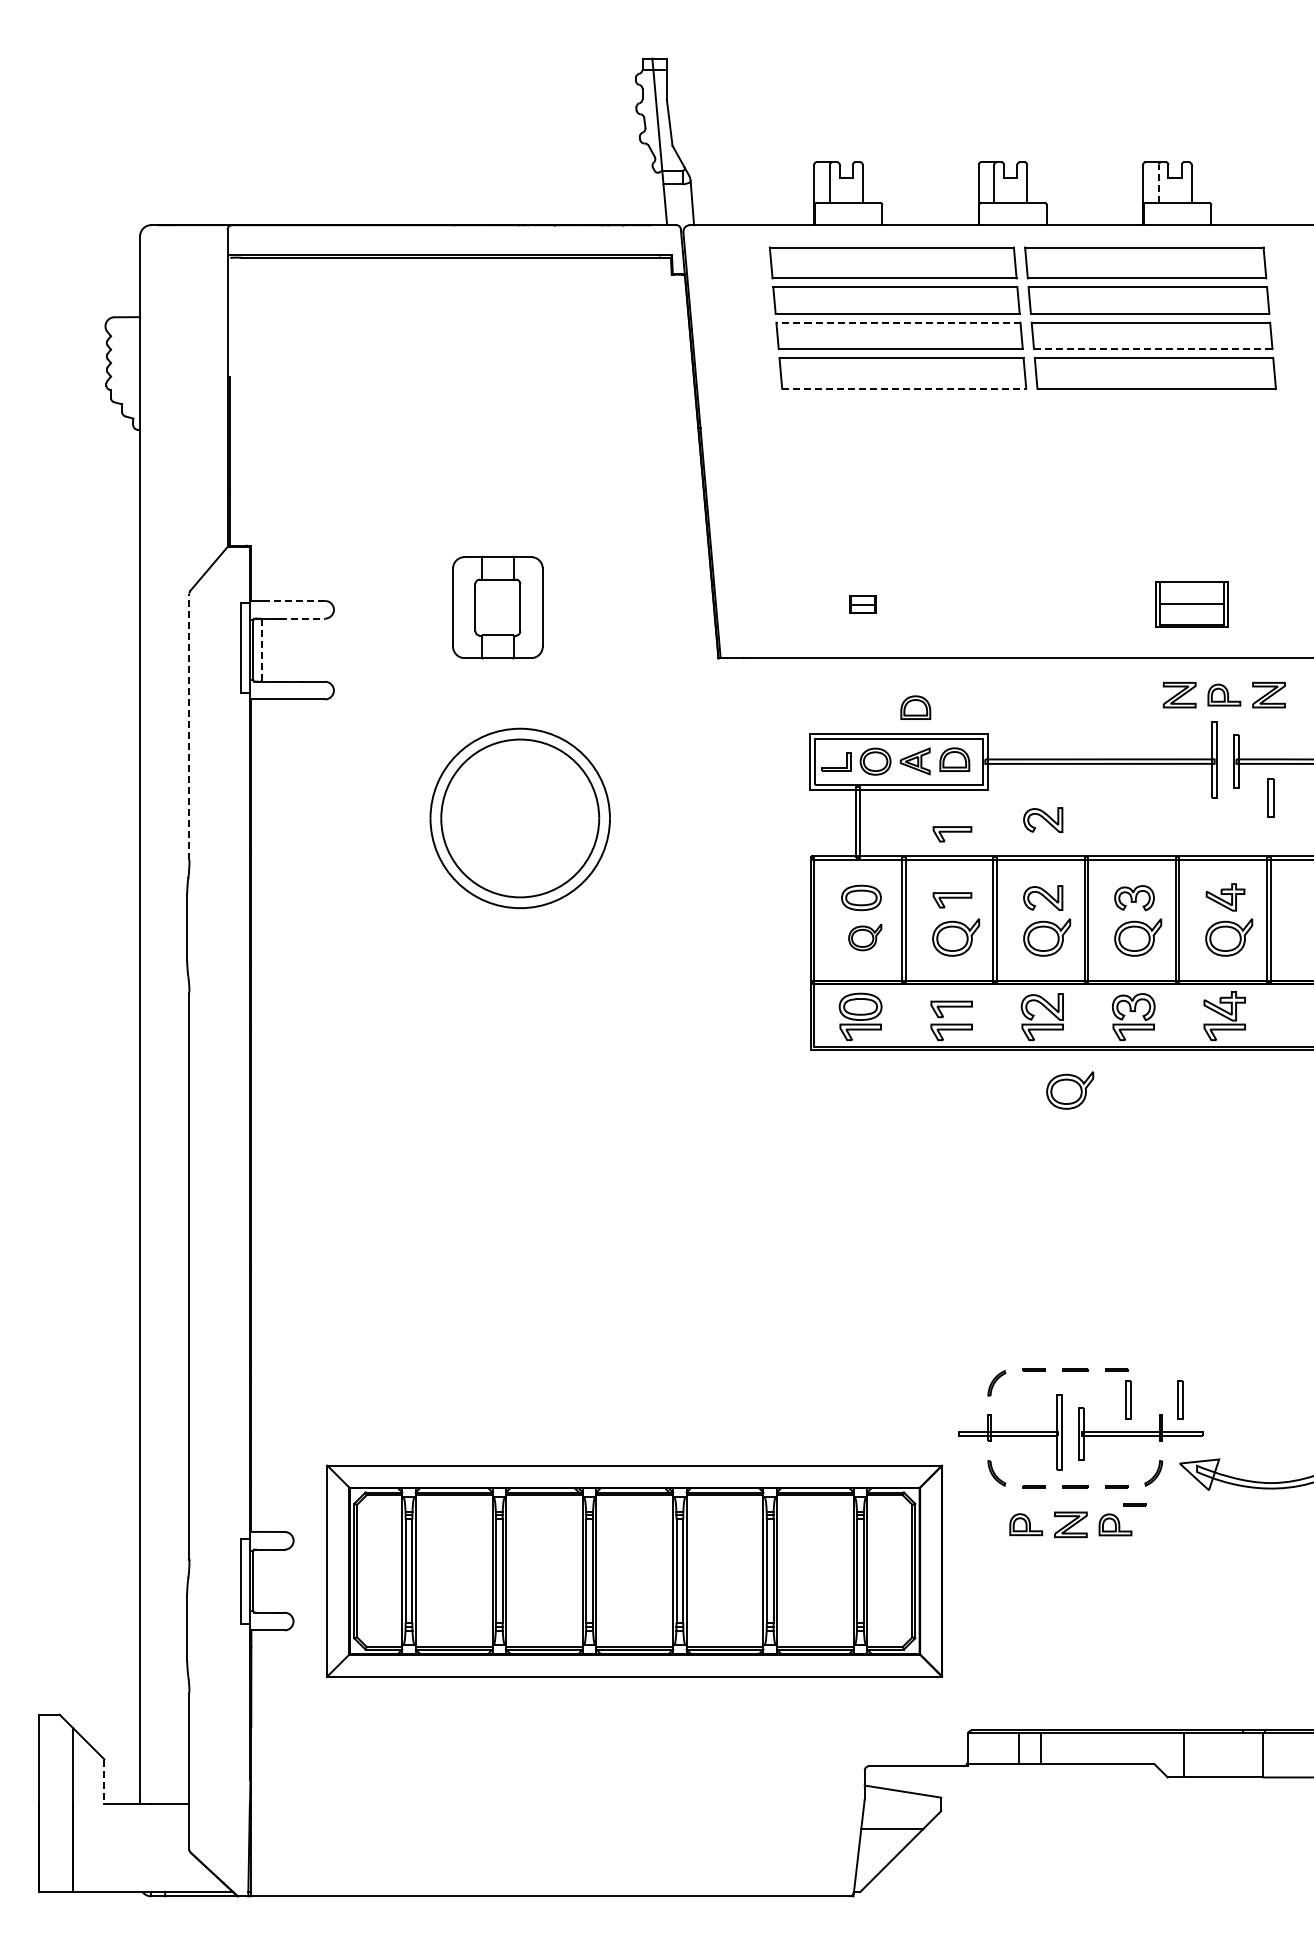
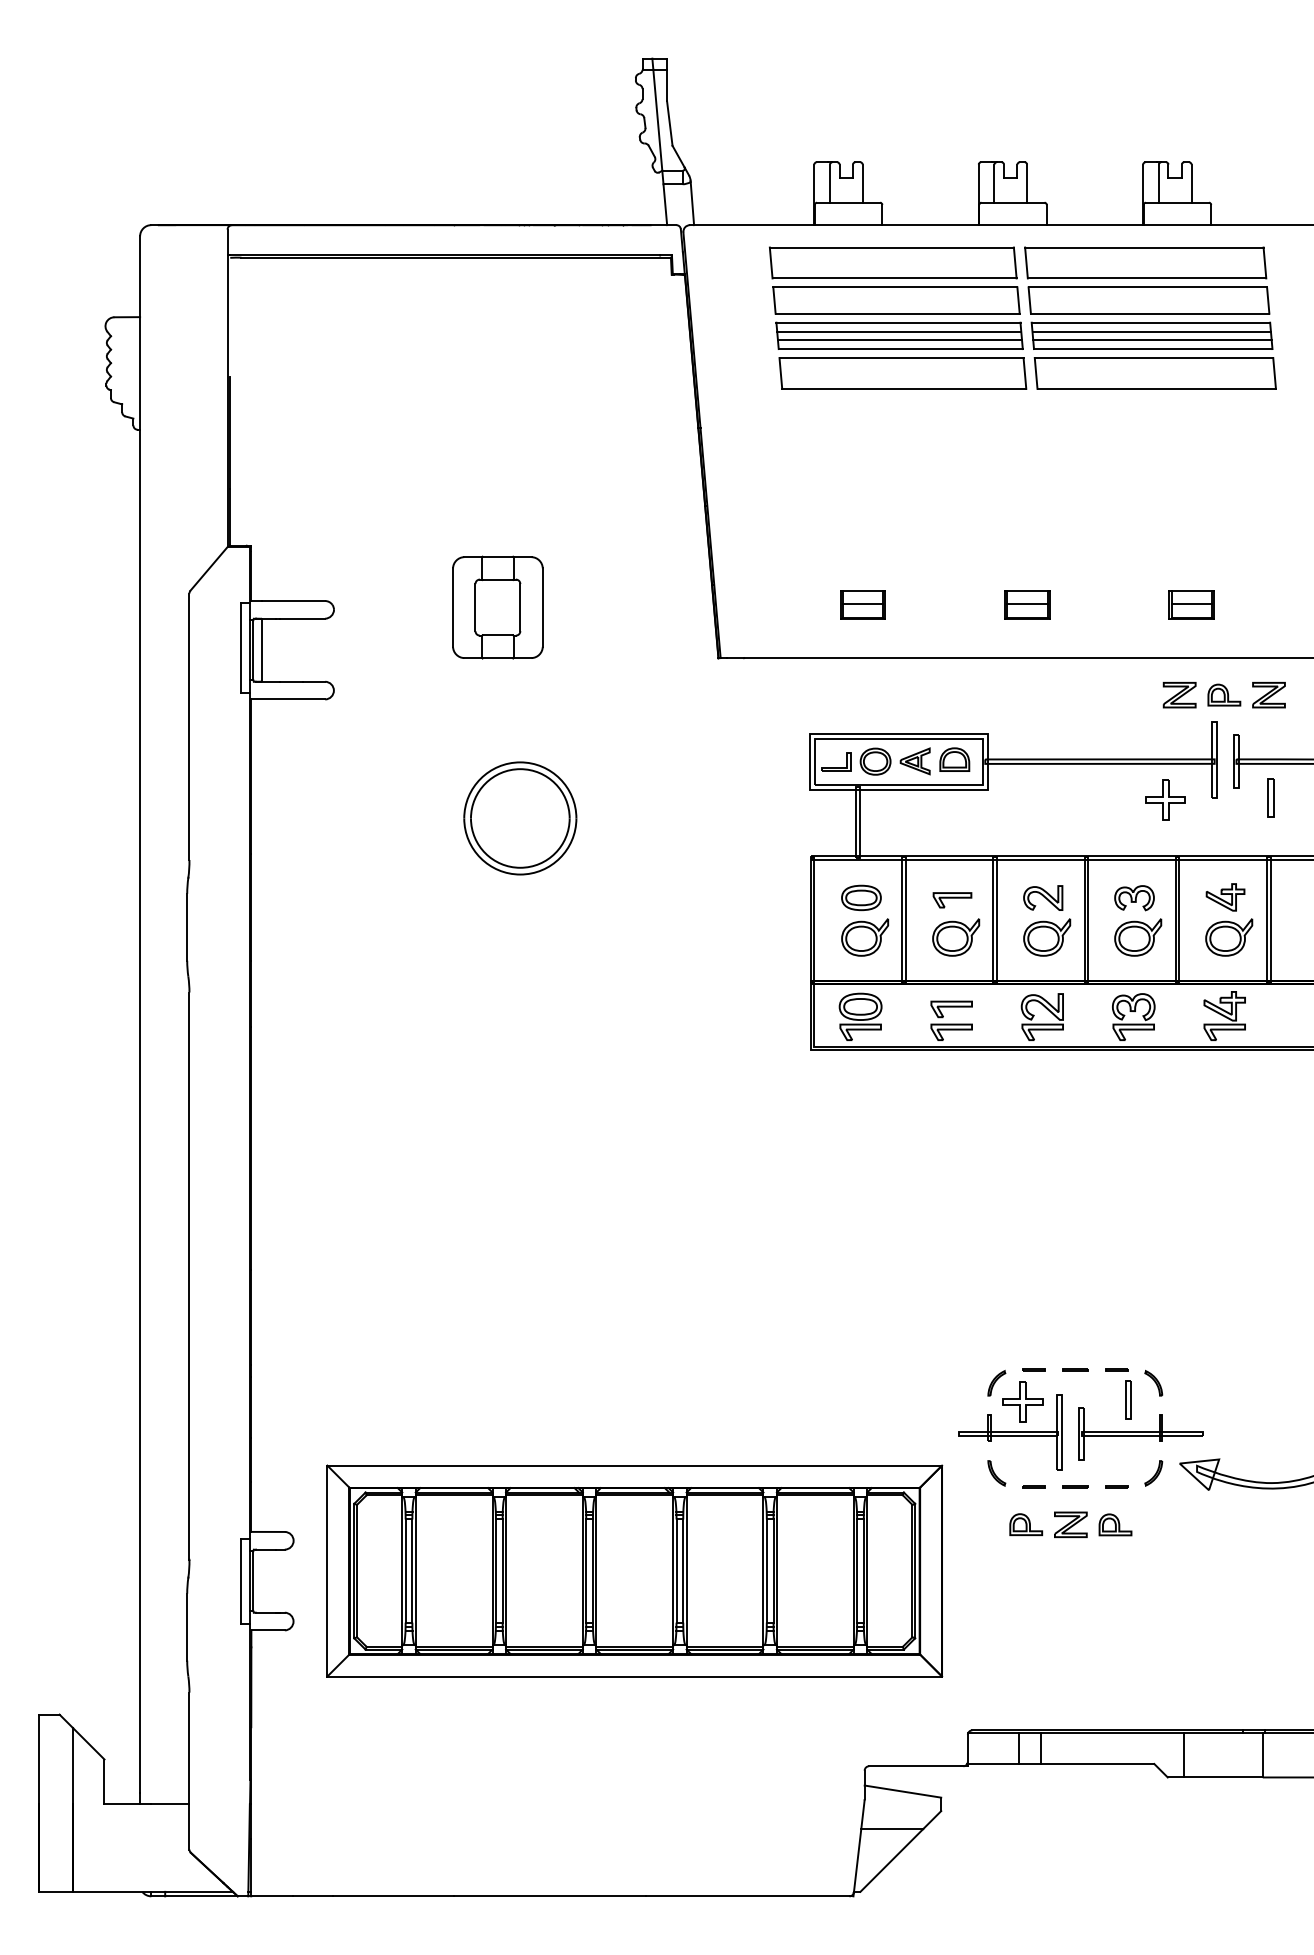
line at (1158, 183): dashed -> solid
line at (897, 322): dashed -> solid
line at (899, 331): none -> present
line at (1151, 331): none -> present
line at (899, 339): none -> present
line at (1152, 339): none -> present
line at (1153, 349): dashed -> solid
line at (904, 388): dashed -> solid
line at (293, 601): dashed -> solid
part at (862, 604) size: 28x19 px -> 46x30 px
part at (1027, 604): none -> present
part at (1191, 604) size: 74x47 px -> 47x30 px
line at (303, 618): dashed -> solid
line at (262, 650): dashed -> solid
part at (915, 707): present -> none
line at (189, 726): dashed -> solid
part at (1165, 799): none -> present
part at (519, 818) size: 182x183 px -> 115x115 px
part at (1043, 819): present -> none
part at (952, 834): present -> none
part at (865, 937) size: 35x28 px -> 49x39 px
part at (1070, 1090): present -> none
part at (1153, 1382): none -> present
part at (1180, 1399): present -> none
part at (1022, 1401): none -> present
line at (1134, 1504): present -> none
line at (104, 1782): dashed -> solid
